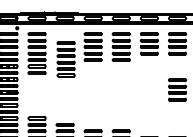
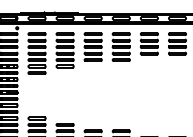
part at (65, 59) position: (65, 59) -> (64, 50)
part at (177, 89): present -> none
